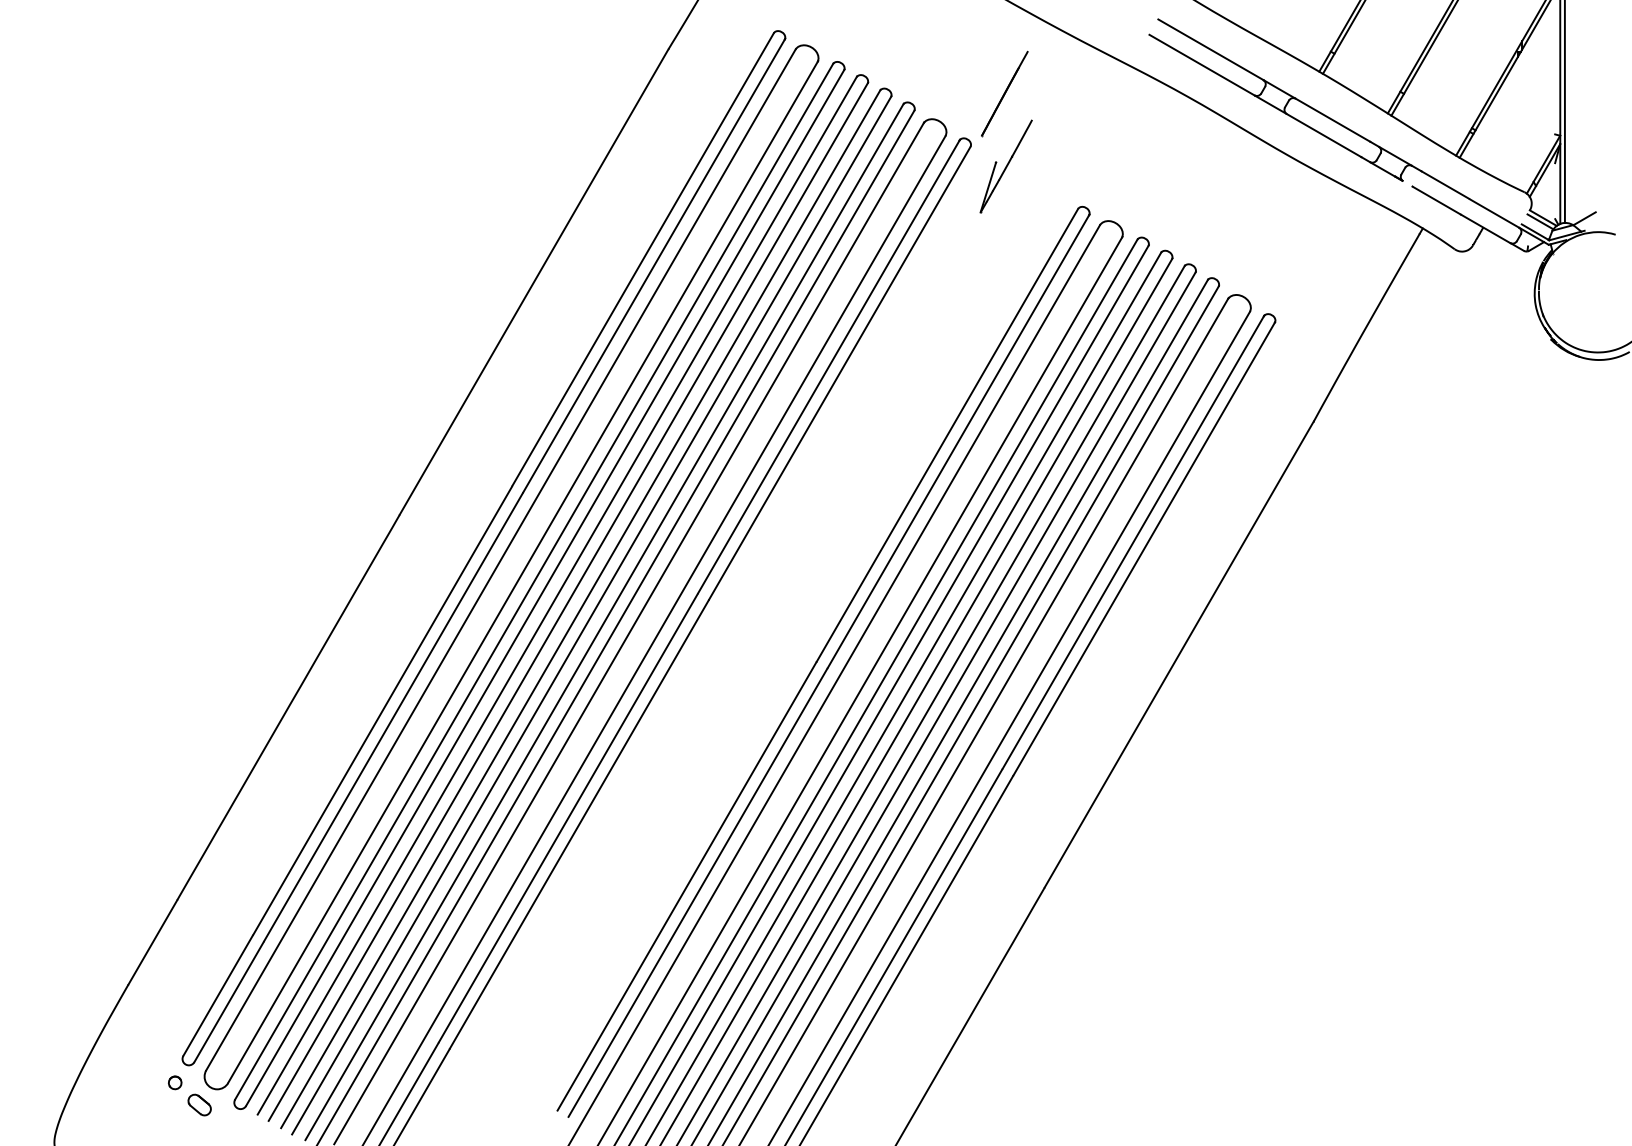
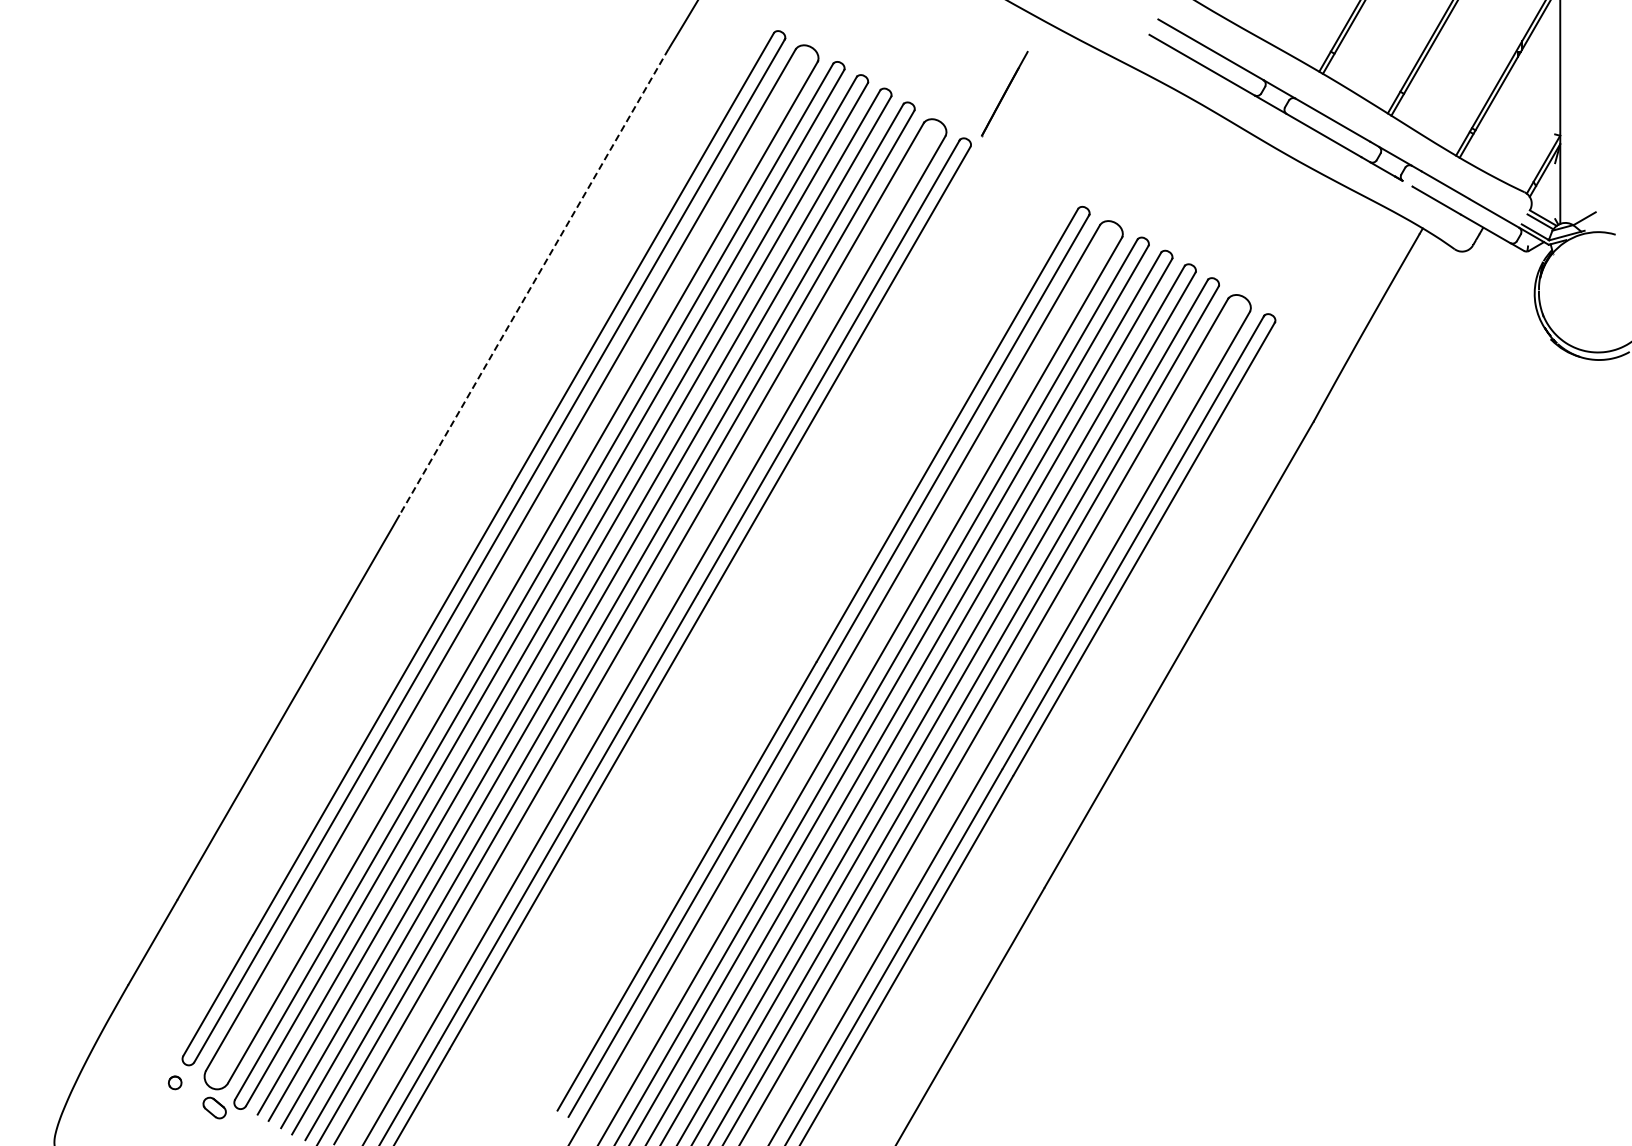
line at (1564, 112): present -> none
part at (1005, 166): present -> none
line at (534, 282): solid -> dashed
part at (199, 1104) position: (199, 1104) -> (214, 1107)
